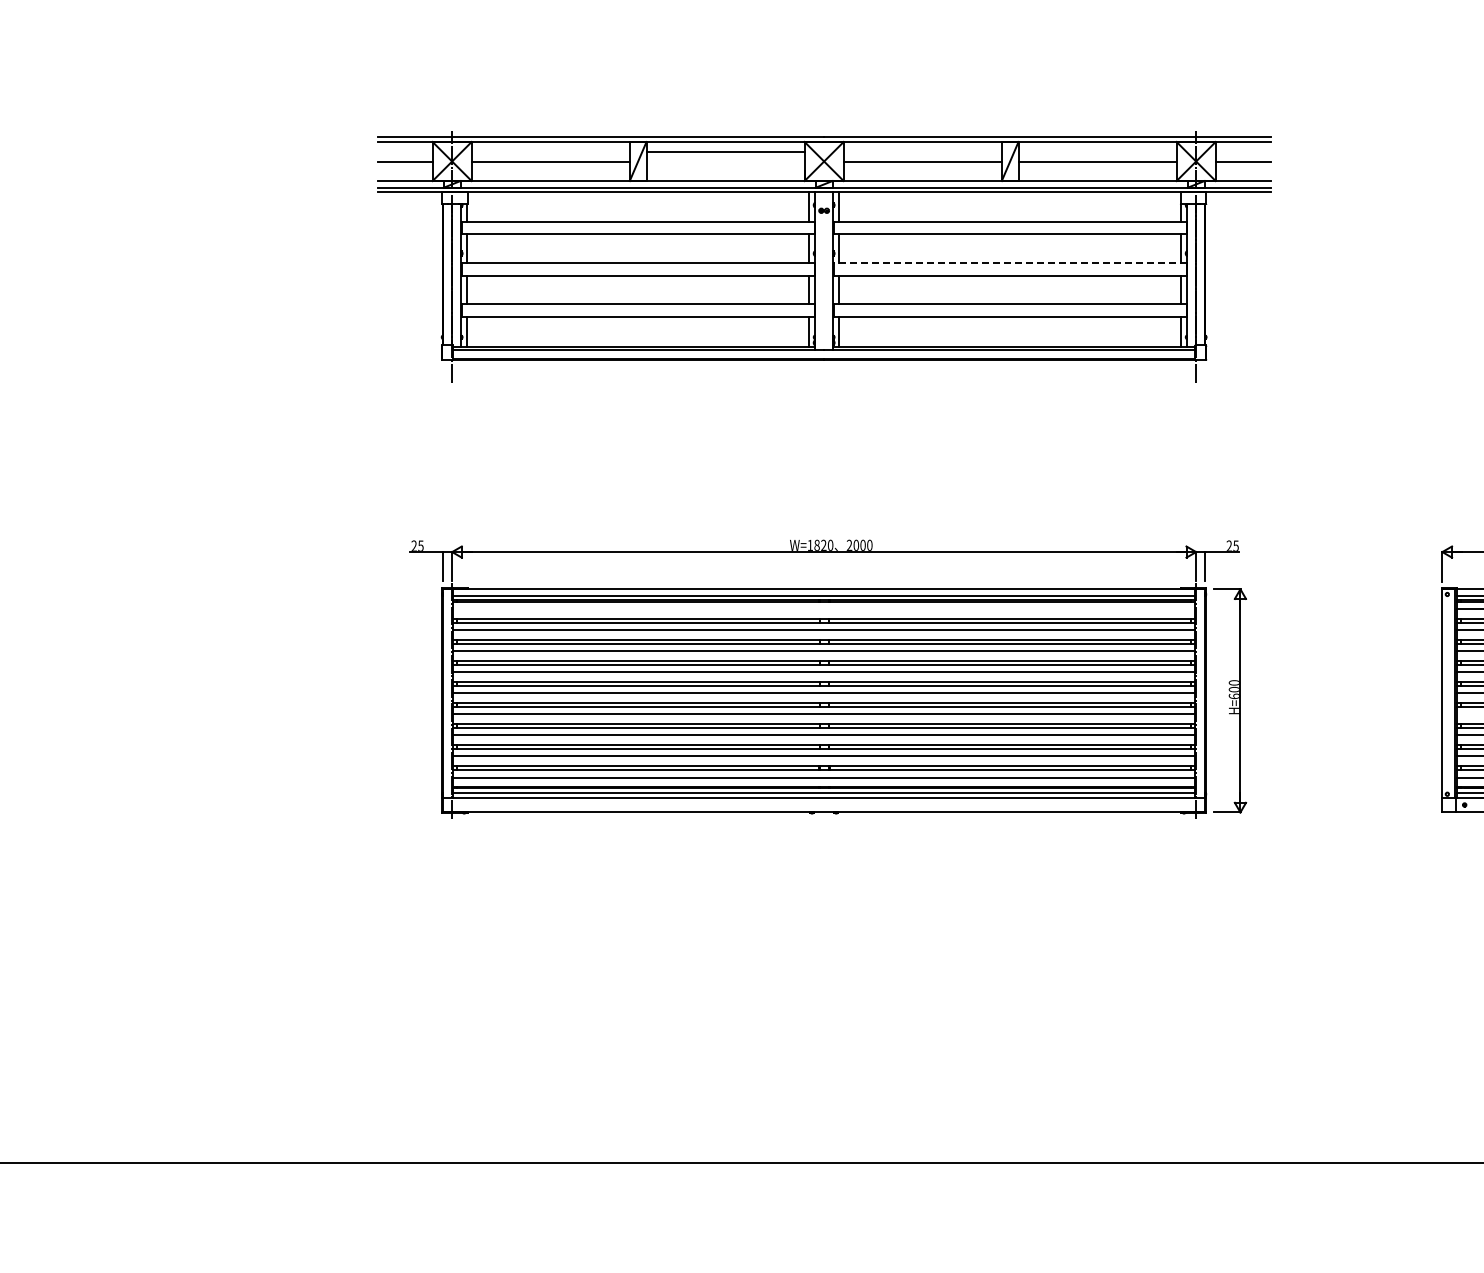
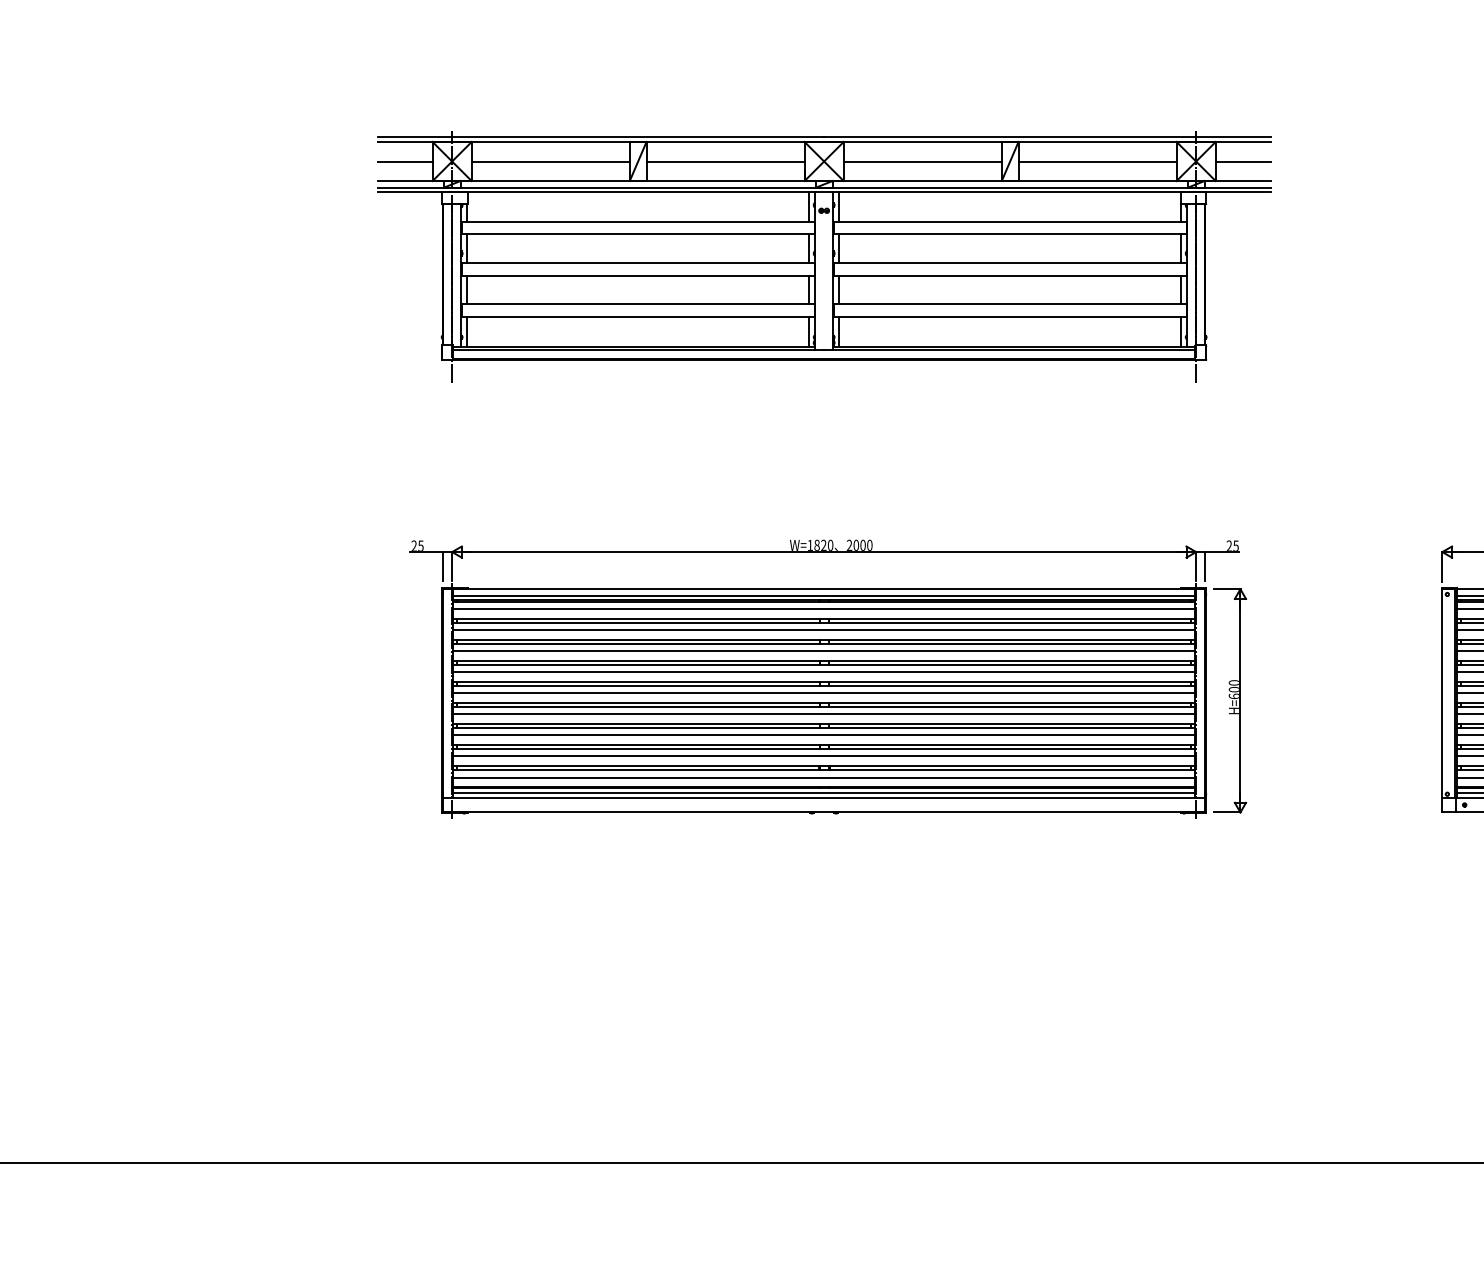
line at (725, 151) position: (725, 151) -> (725, 161)
line at (1010, 263): dashed -> solid
line at (823, 609): none -> present
line at (1468, 714): none -> present
